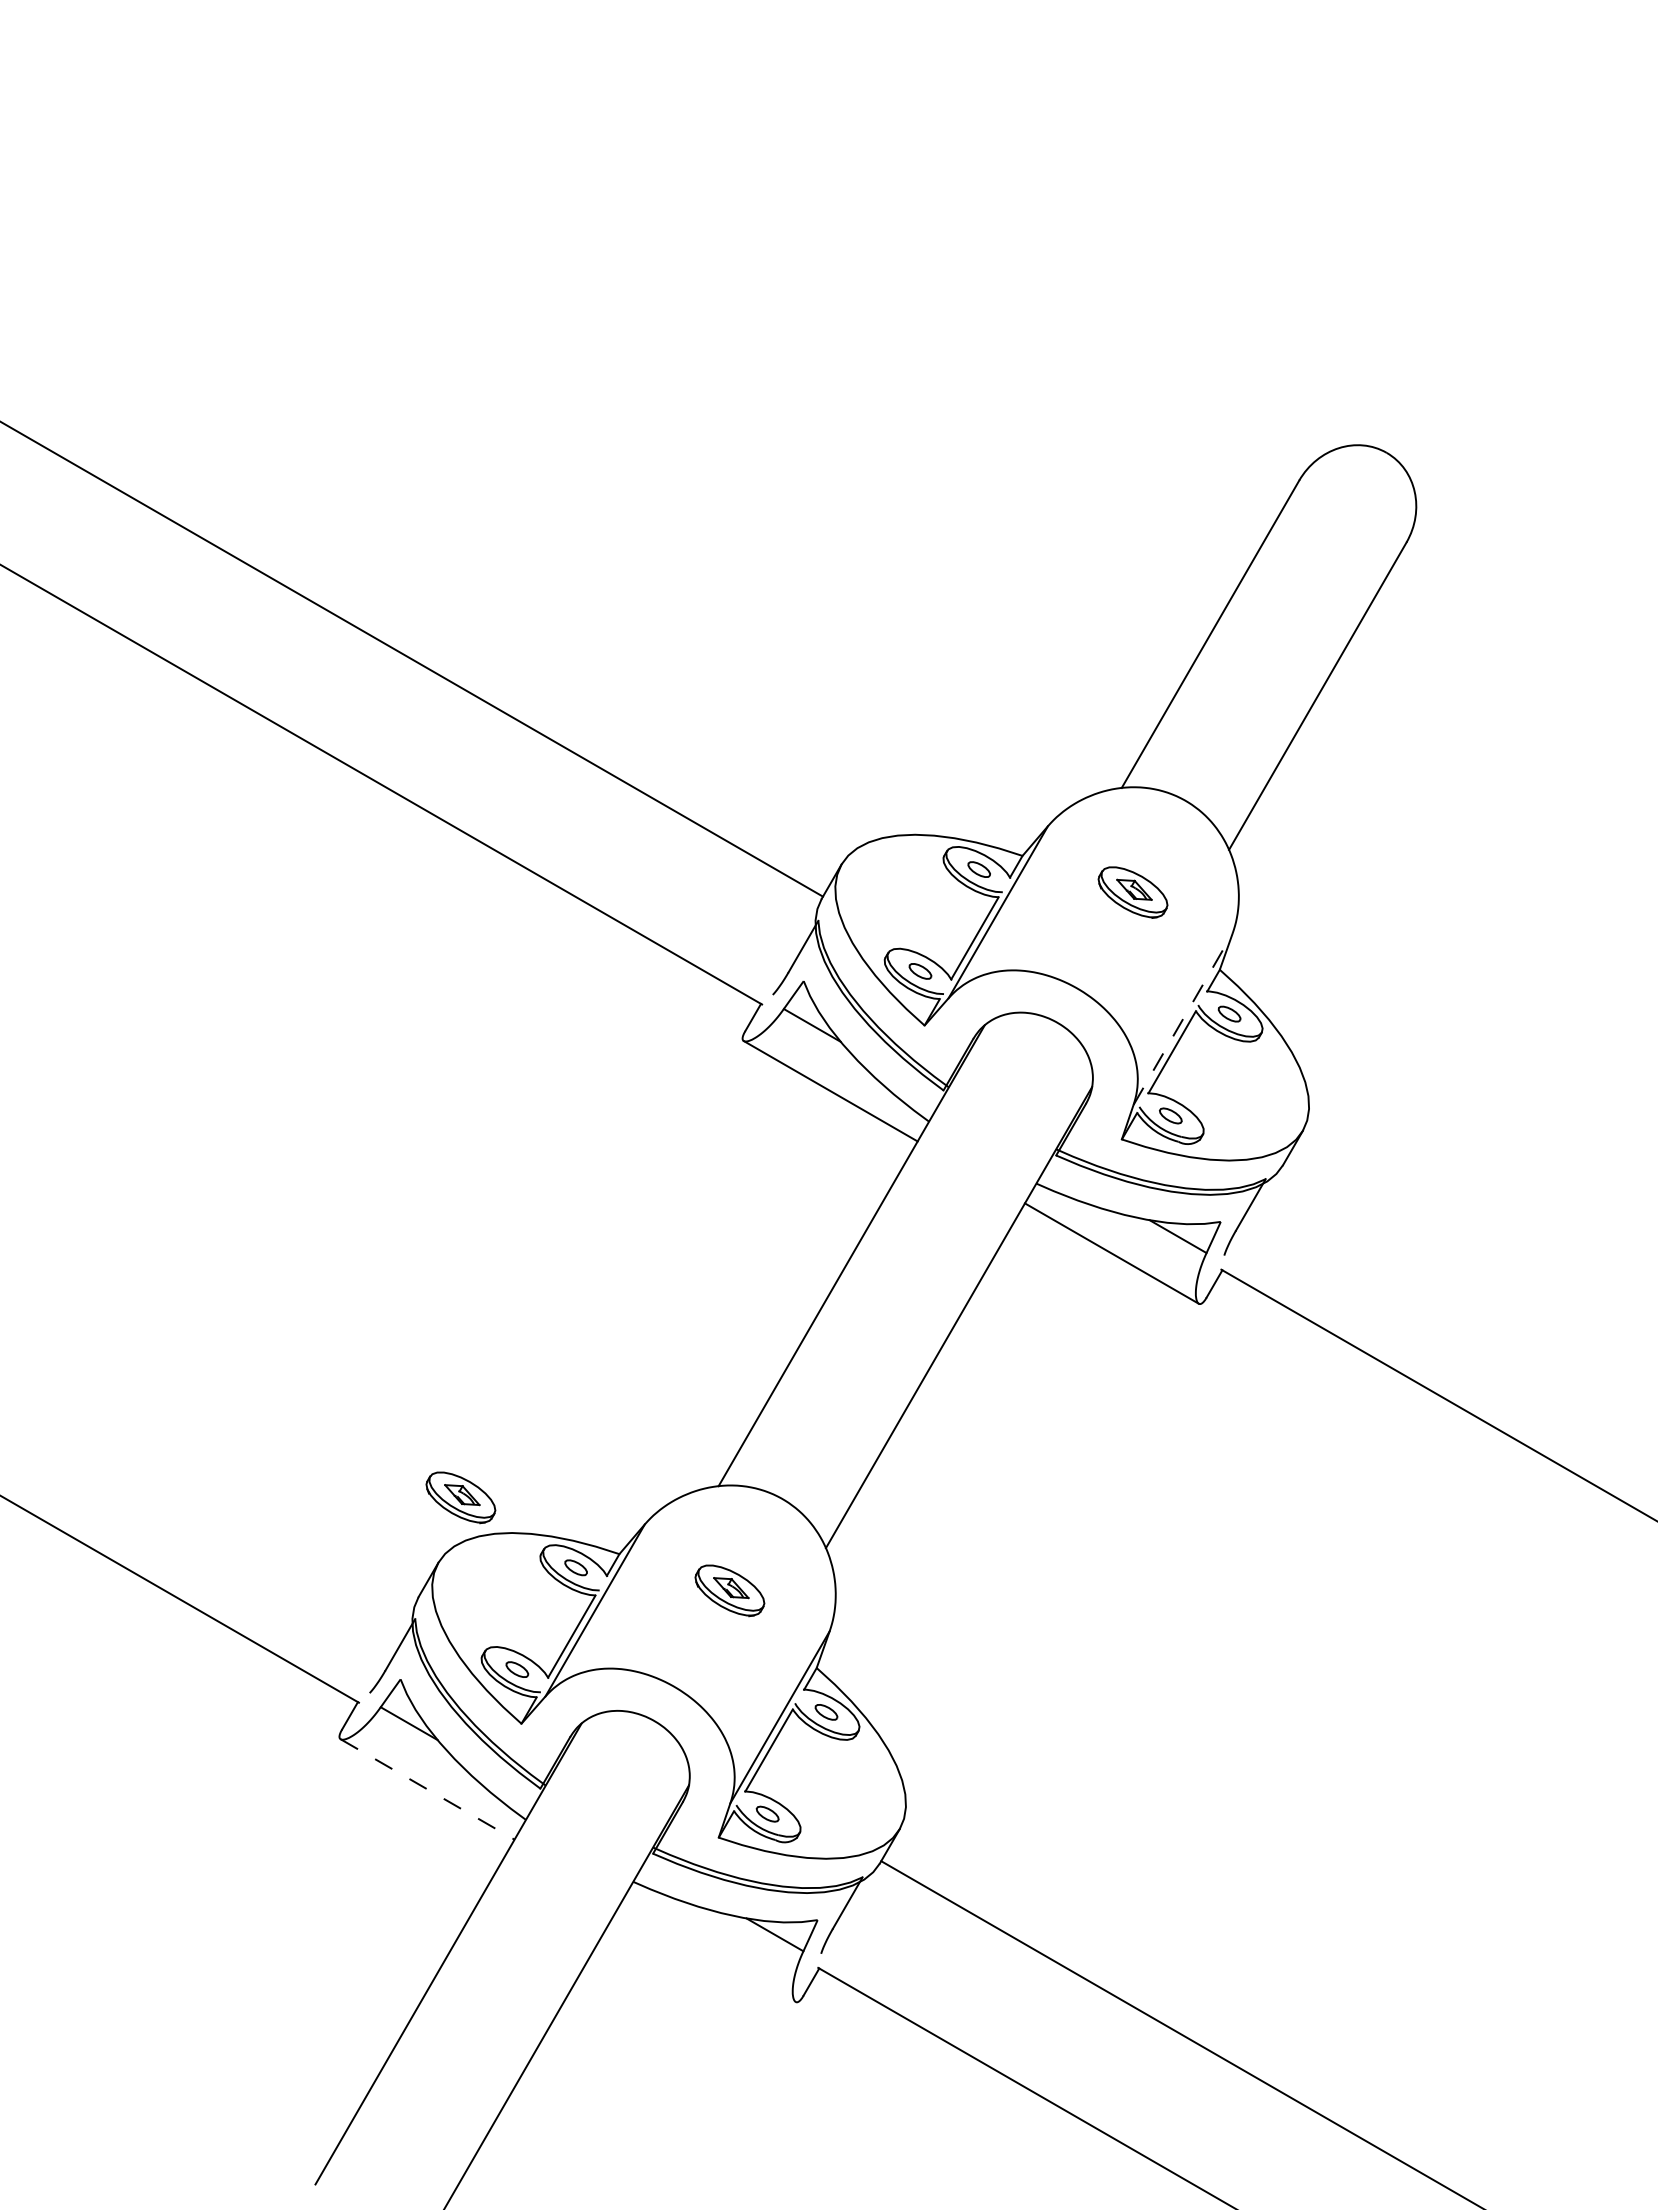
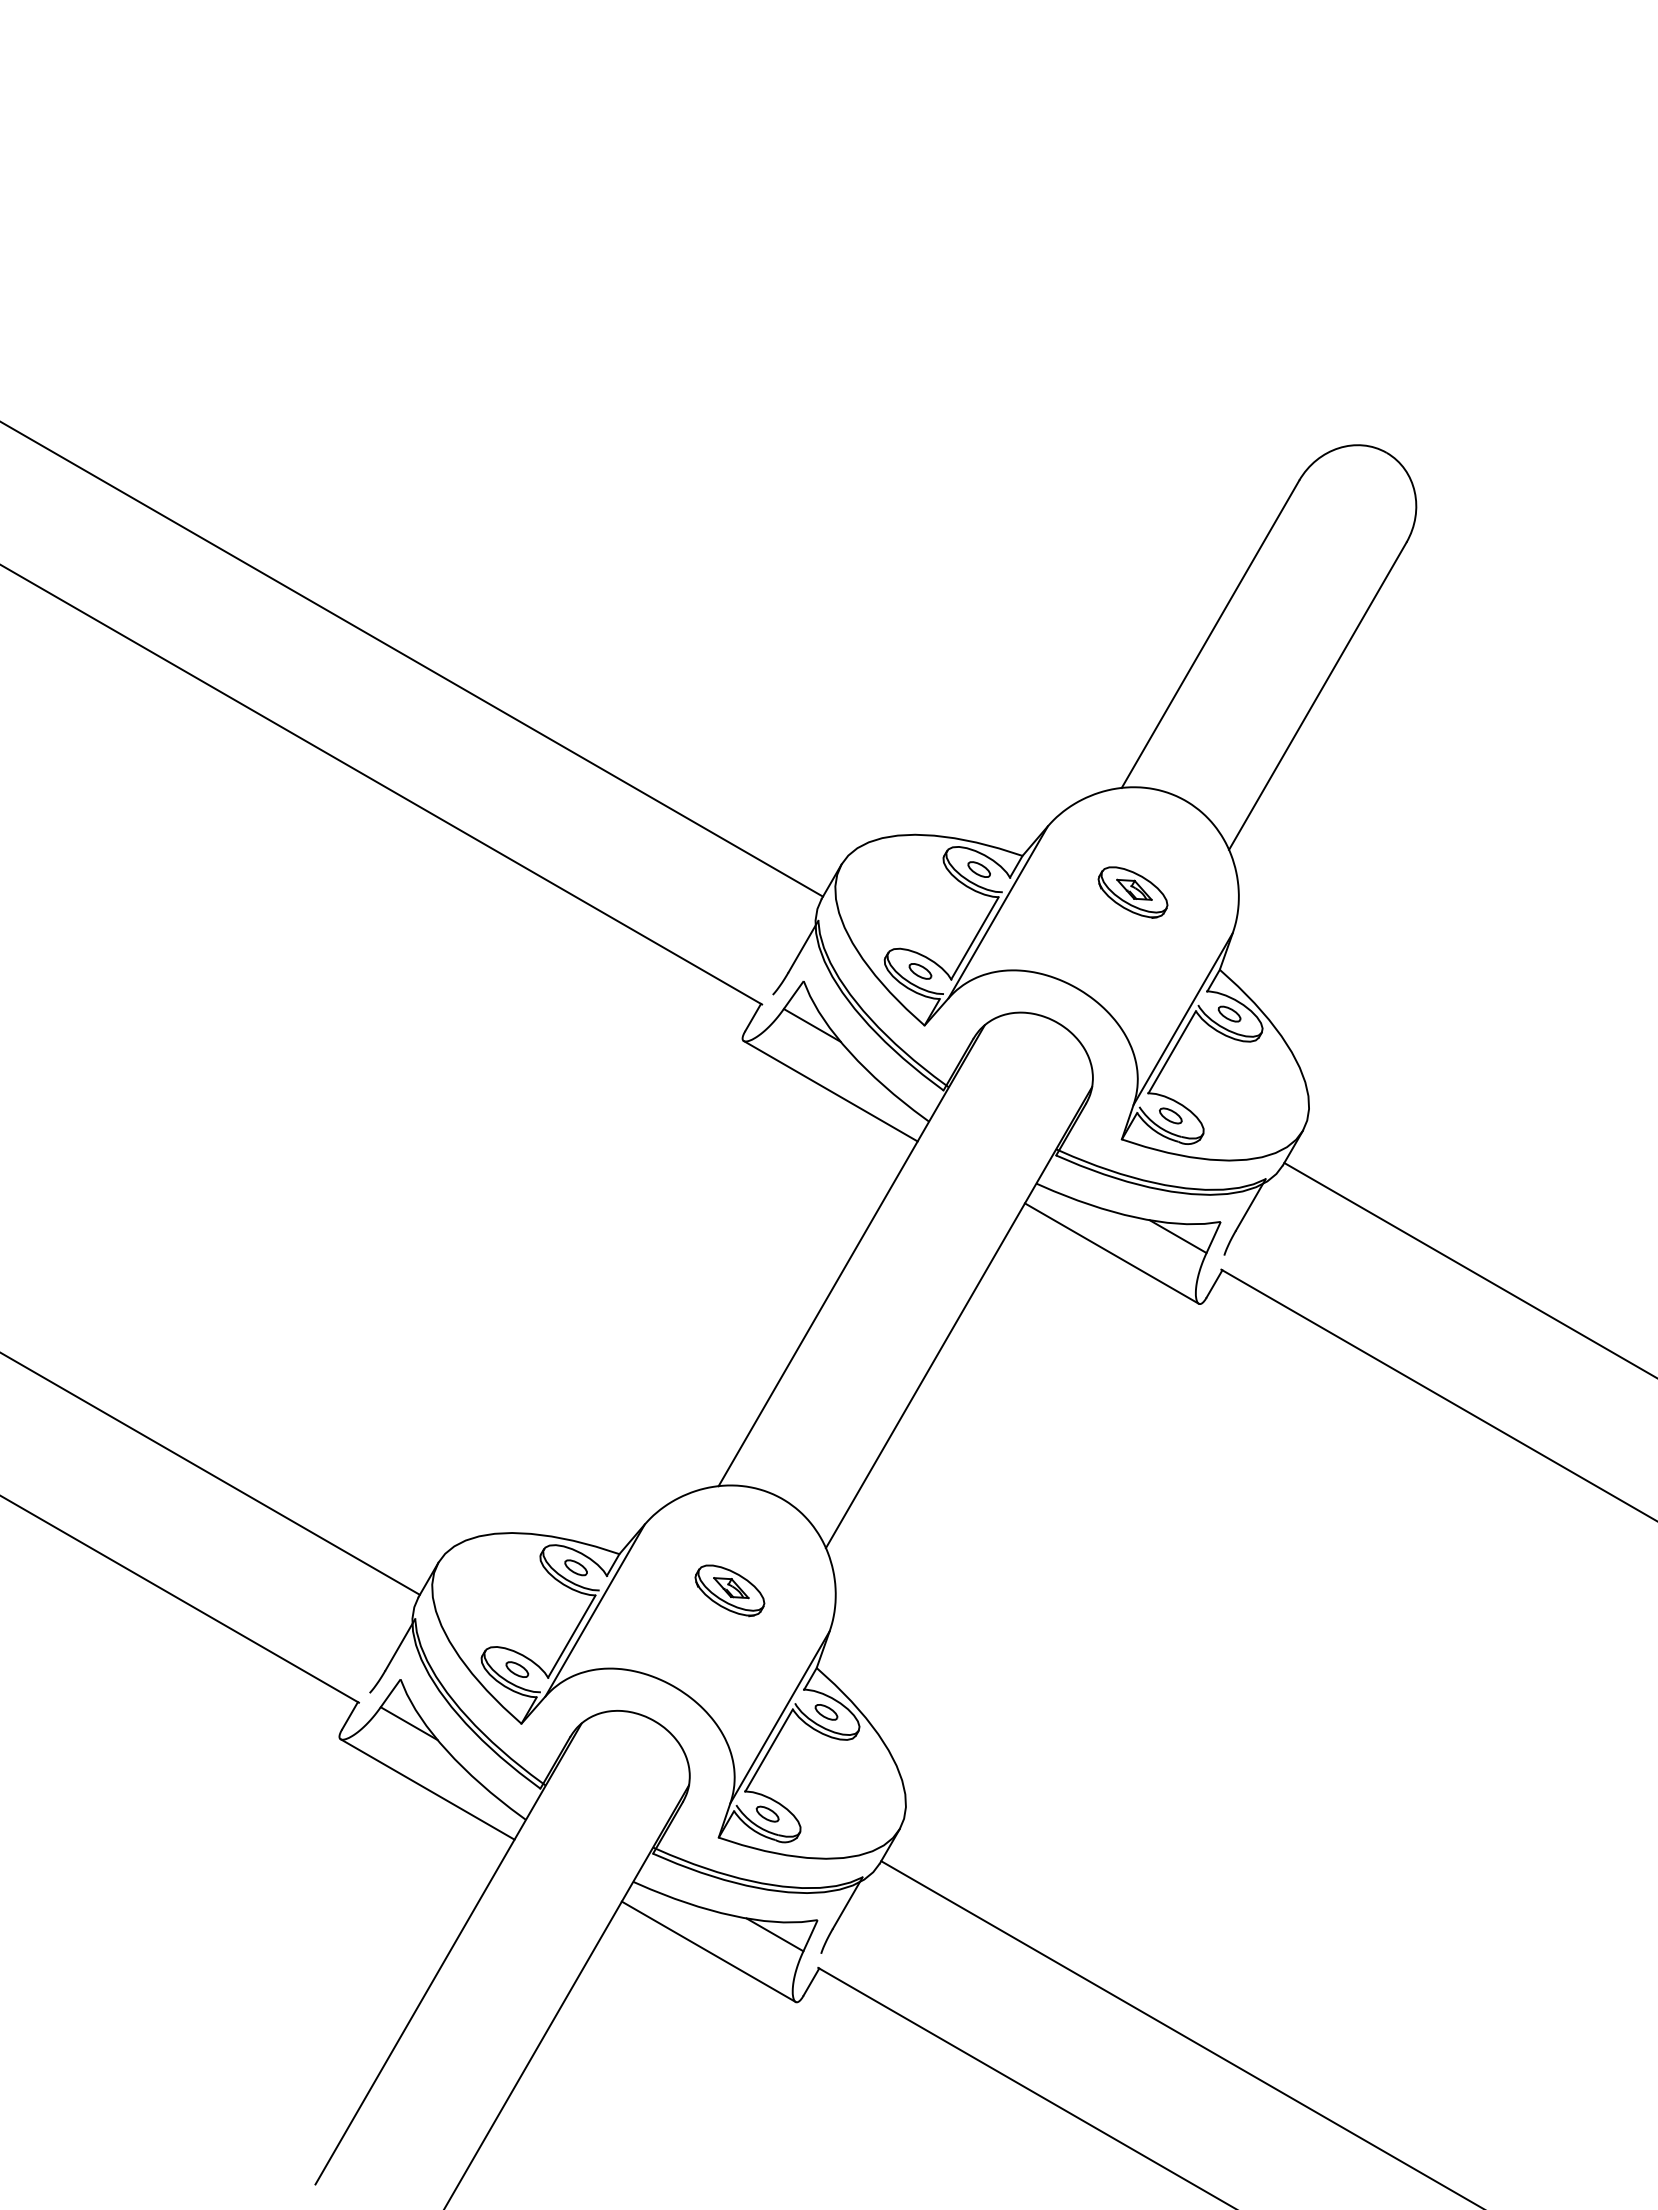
line at (1183, 1018): dashed -> solid
line at (1469, 1269): none -> present
line at (210, 1473): none -> present
part at (460, 1497): present -> none
line at (428, 1789): dashed -> solid
line at (708, 1951): none -> present
